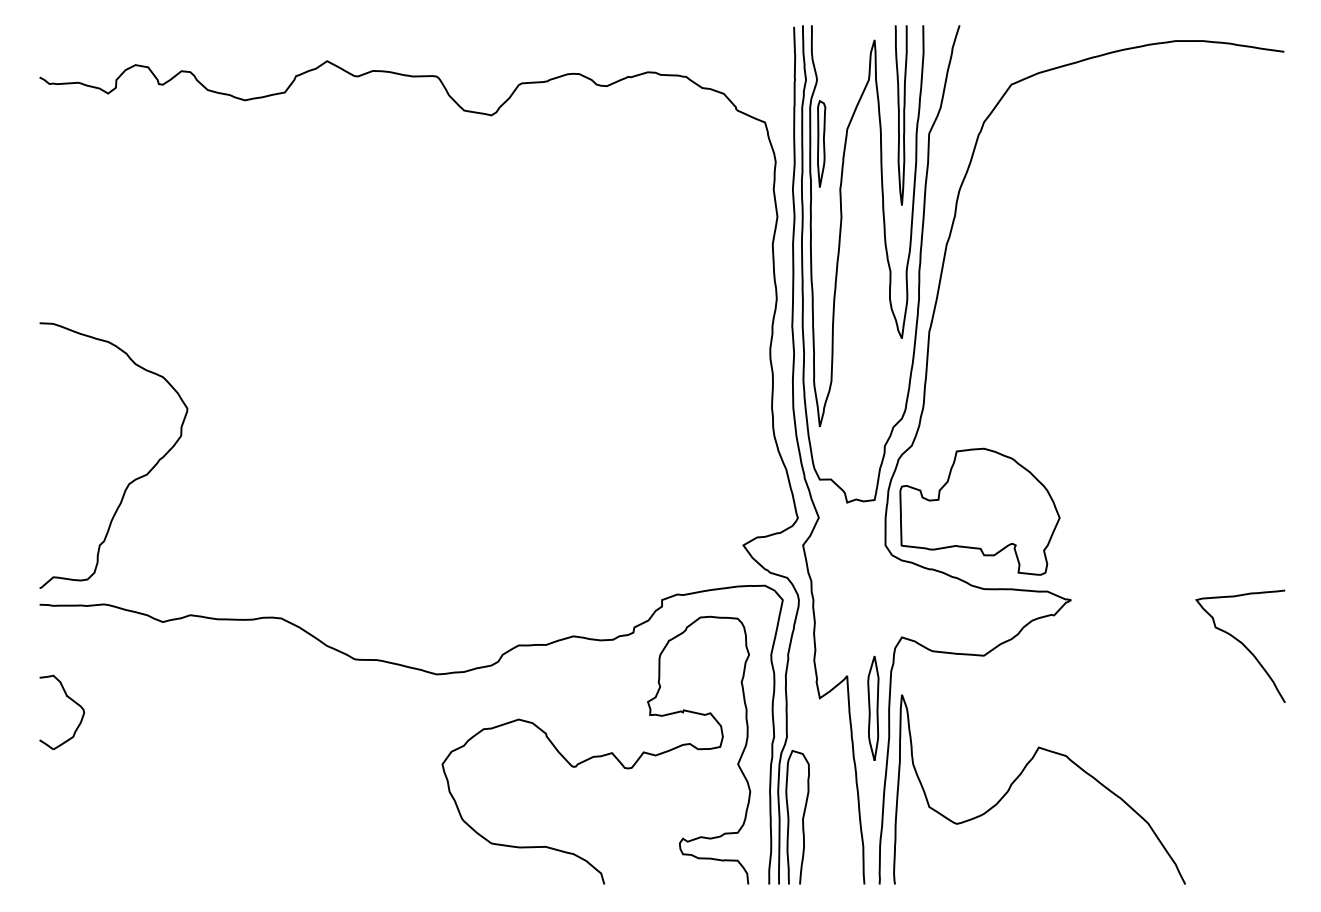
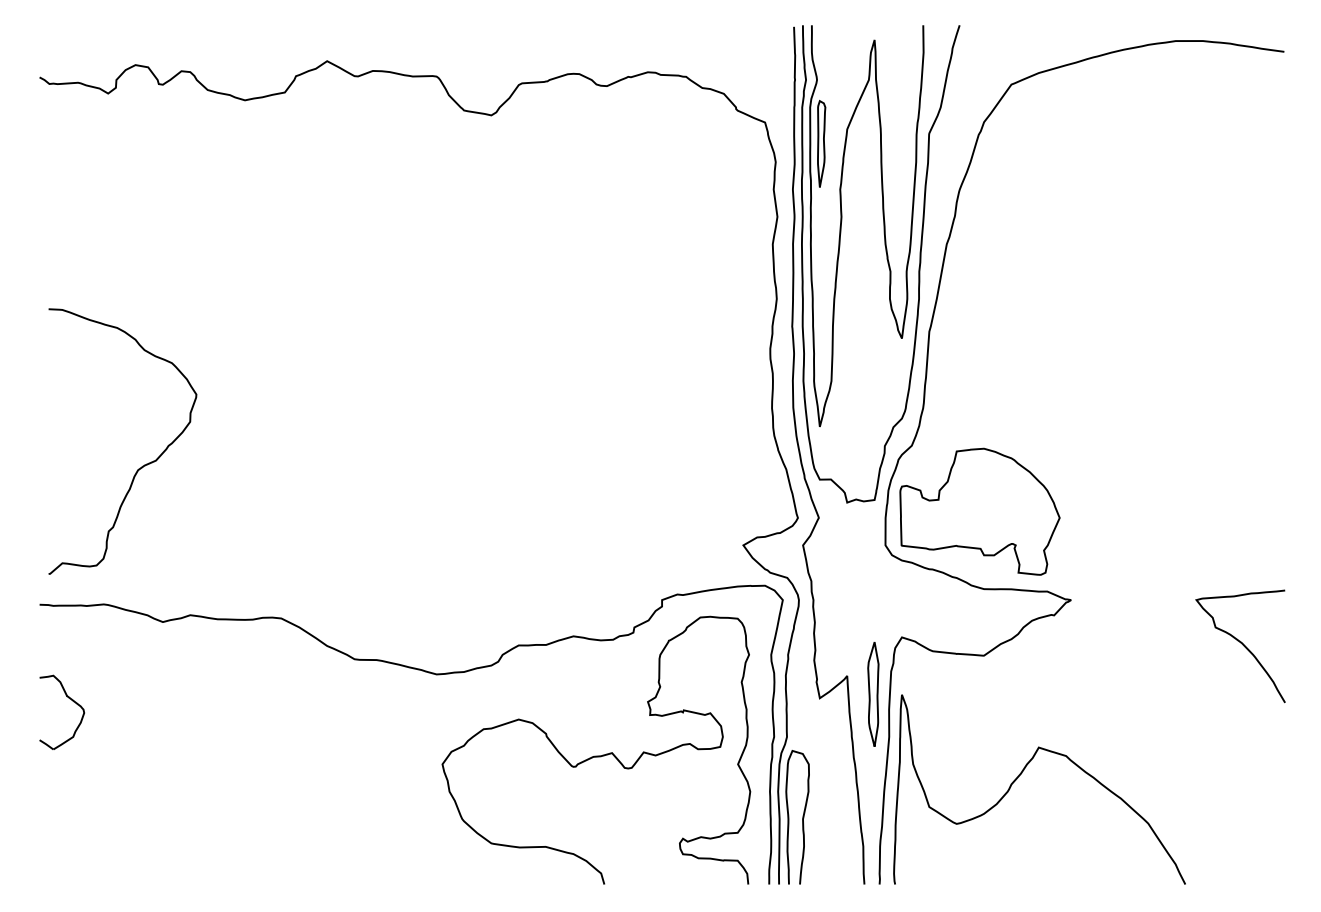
curve at (899, 115): present -> none
curve at (133, 479) position: (133, 479) -> (142, 465)
part at (873, 707) position: (873, 707) -> (873, 693)
